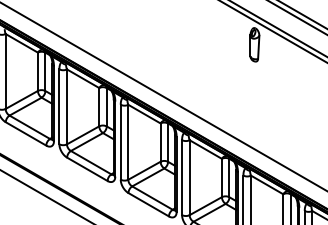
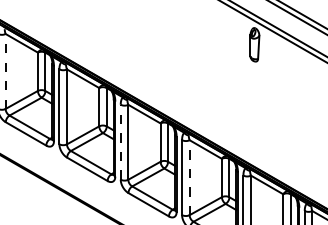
line at (5, 70): solid -> dashed
line at (163, 96): present -> none
line at (120, 141): solid -> dashed
line at (189, 177): solid -> dashed
line at (45, 196): present -> none
